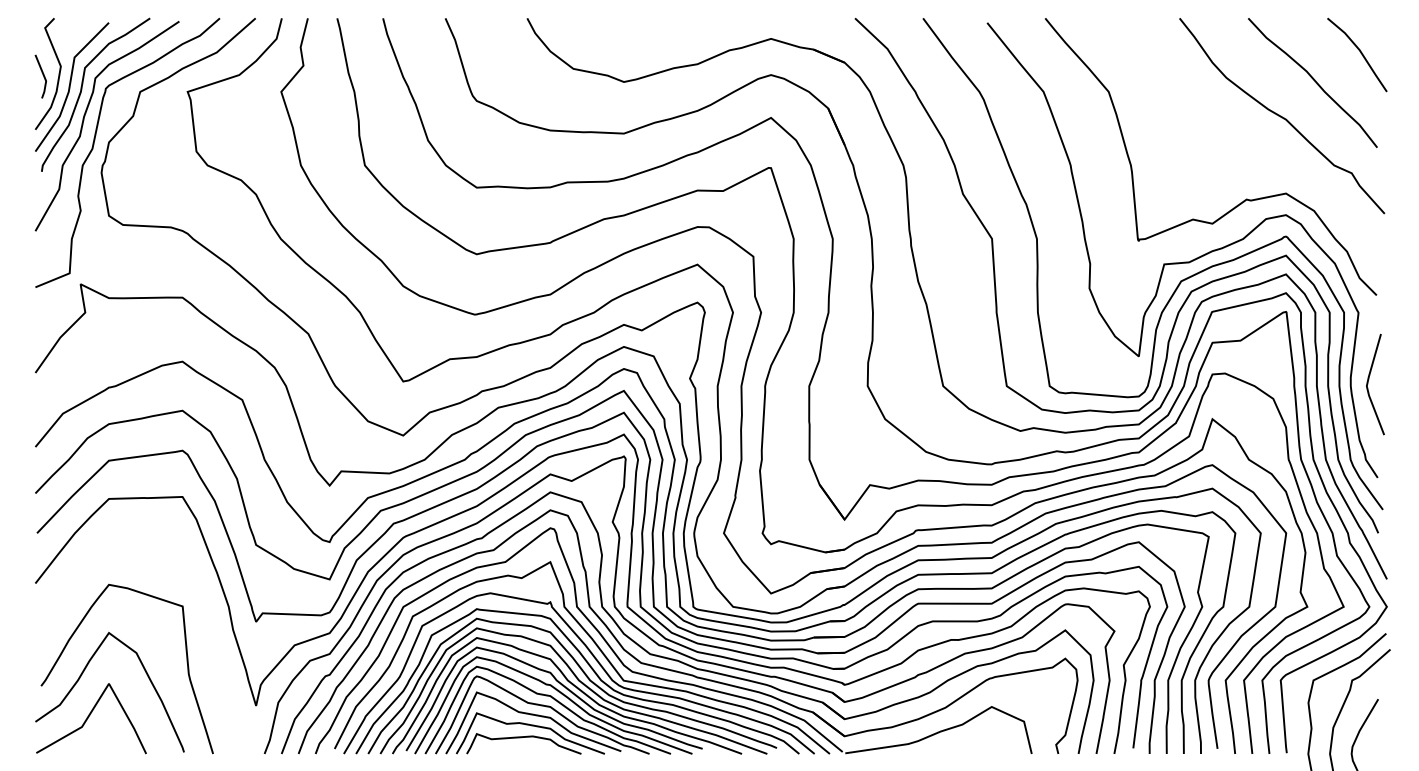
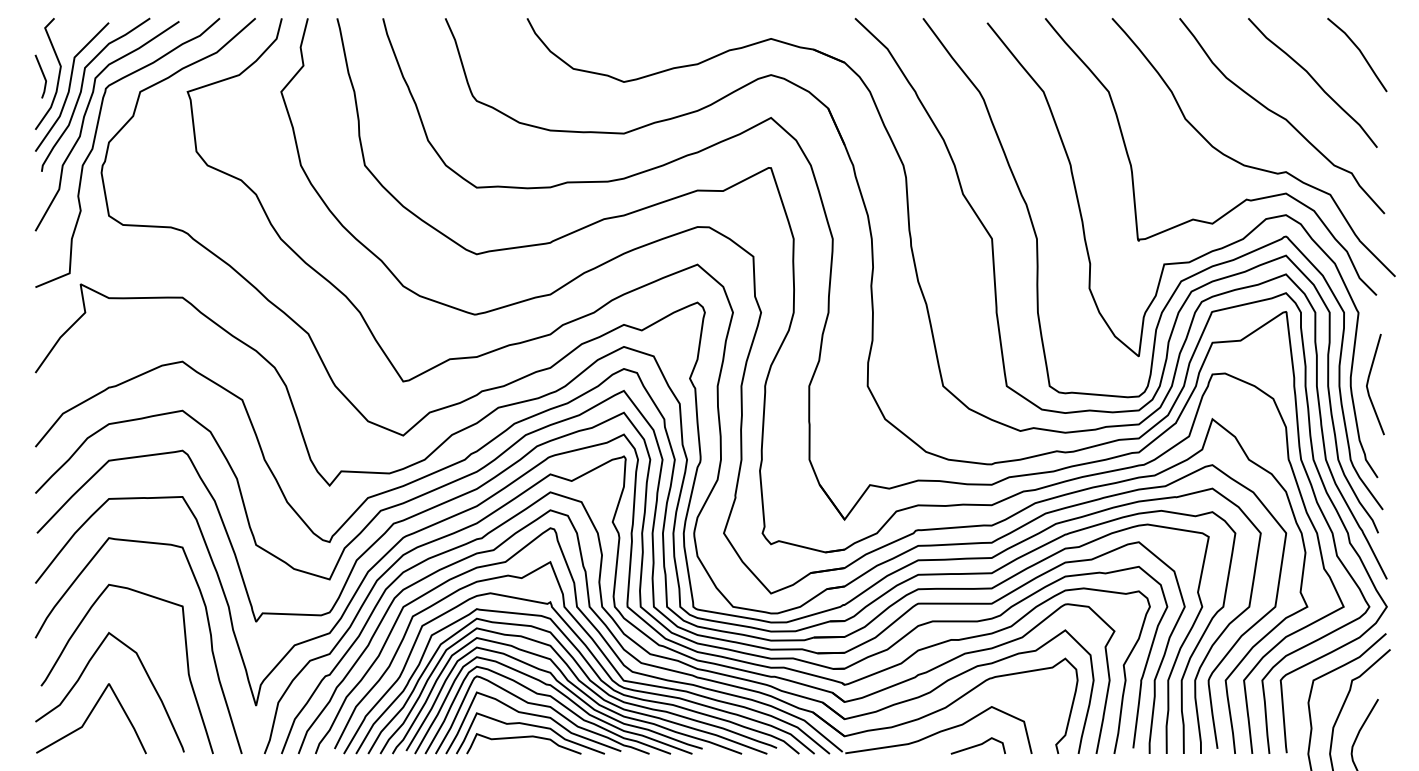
curve at (1249, 165): none -> present
curve at (209, 633): none -> present
line at (978, 745): none -> present
